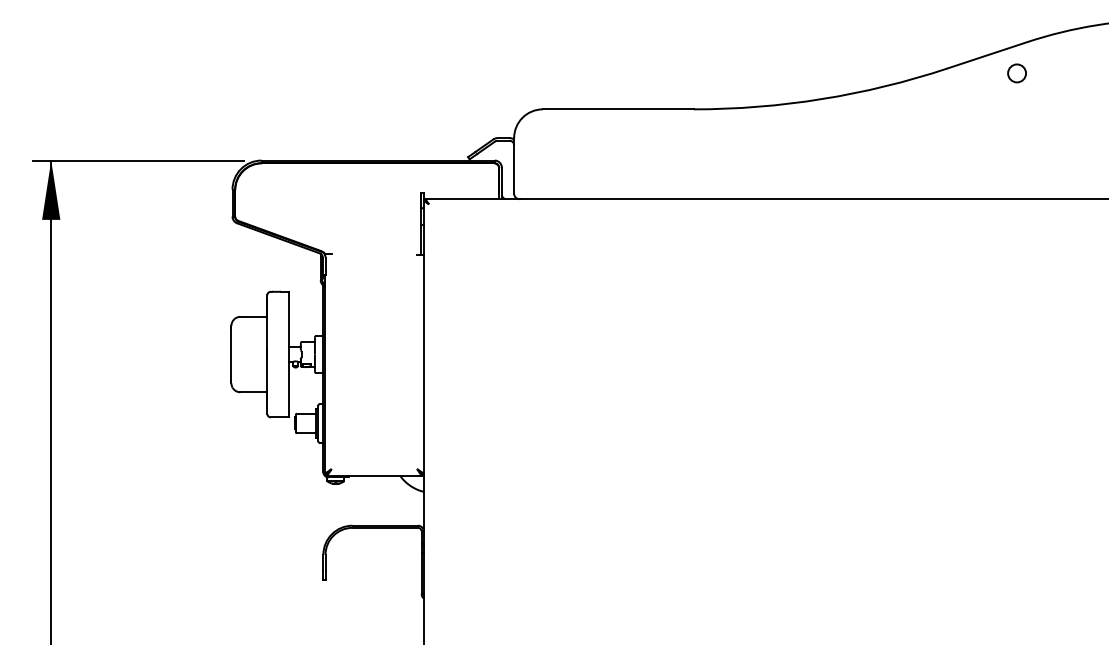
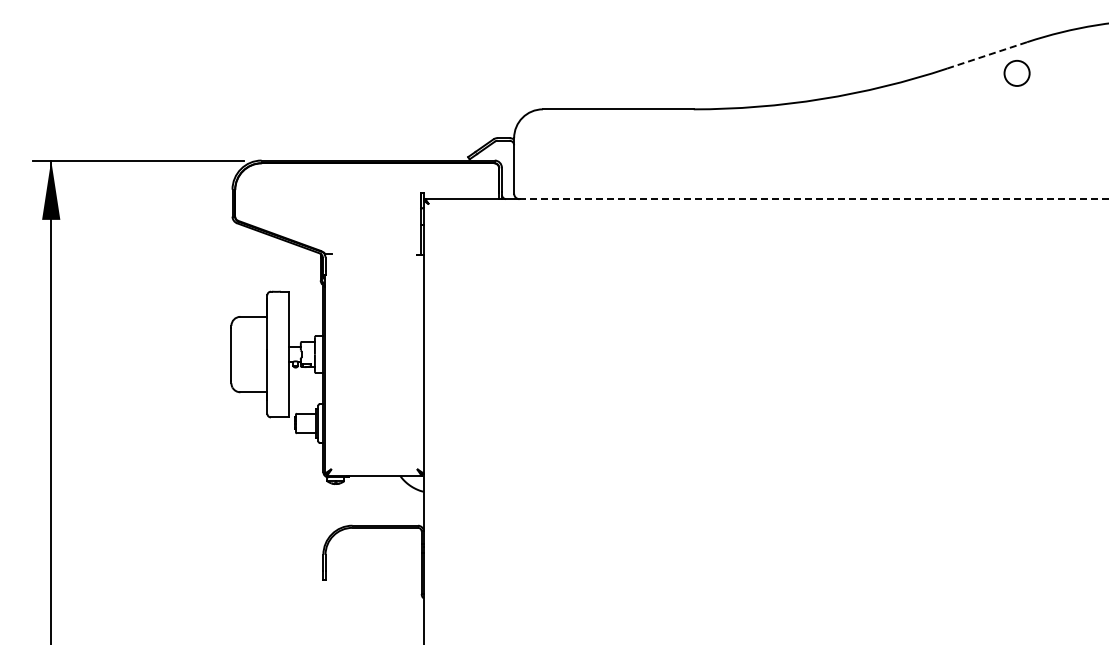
line at (987, 55): solid -> dashed
circle at (1016, 73) size: 20x21 px -> 28x27 px
line at (813, 199): solid -> dashed
